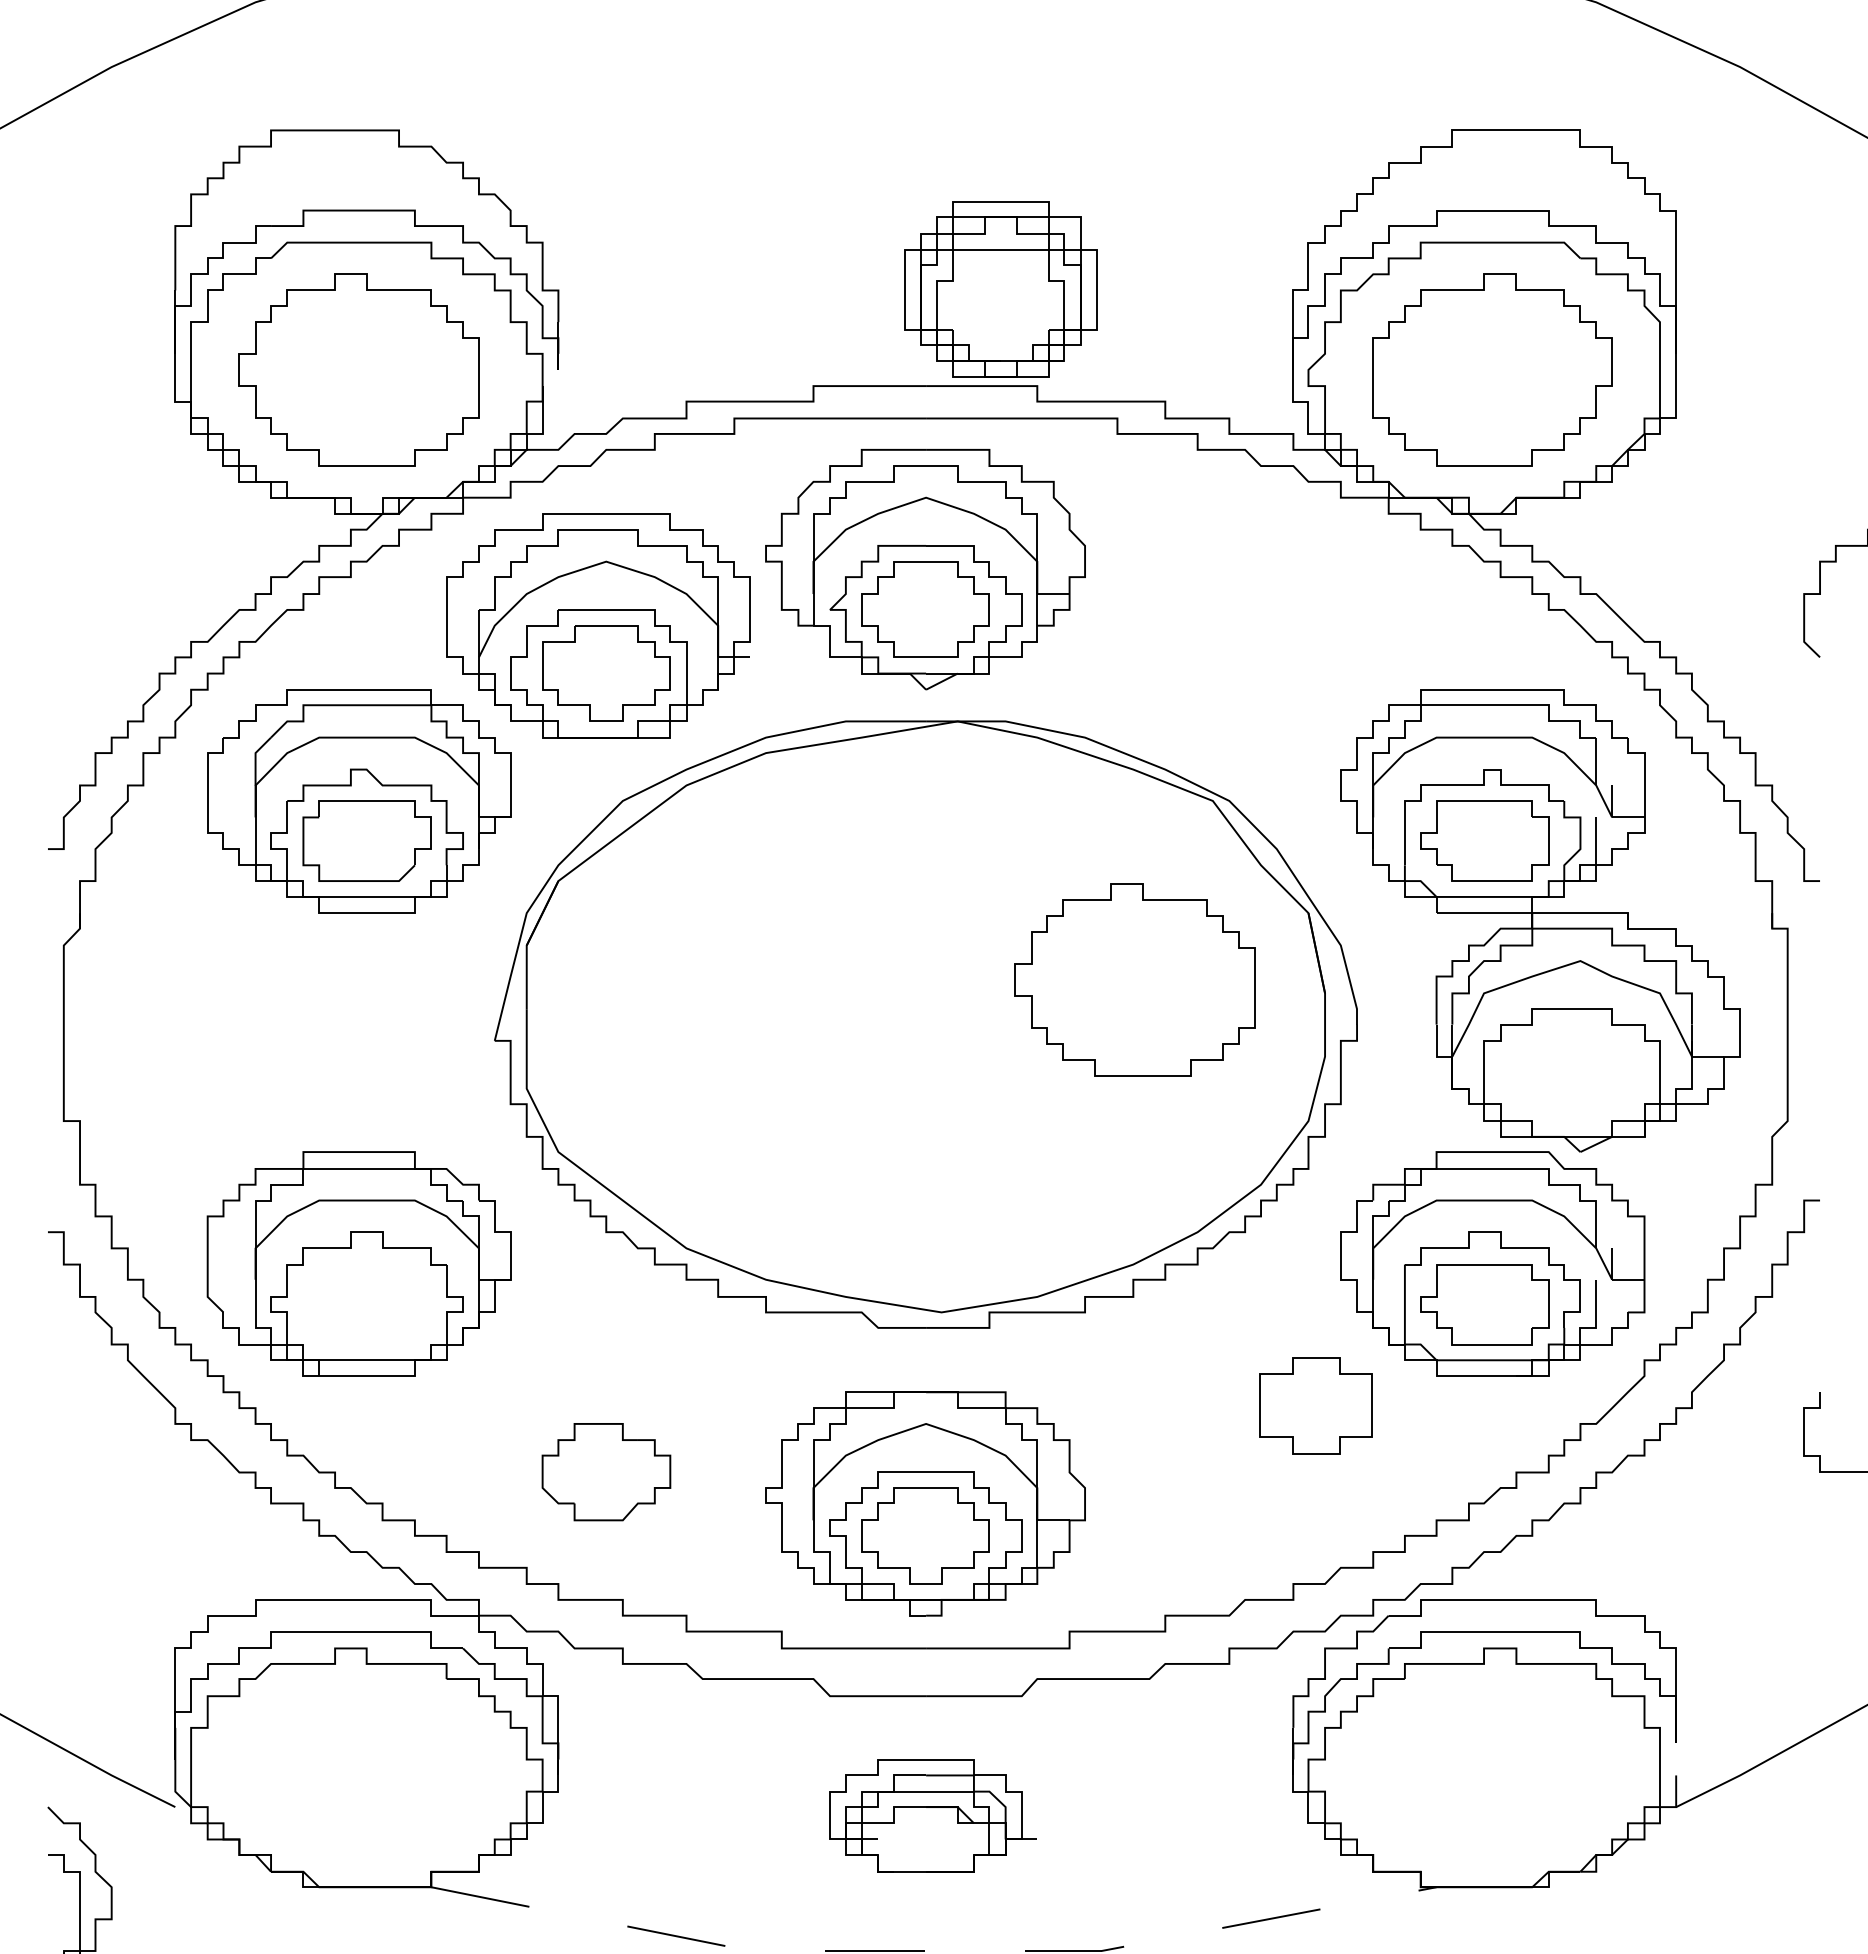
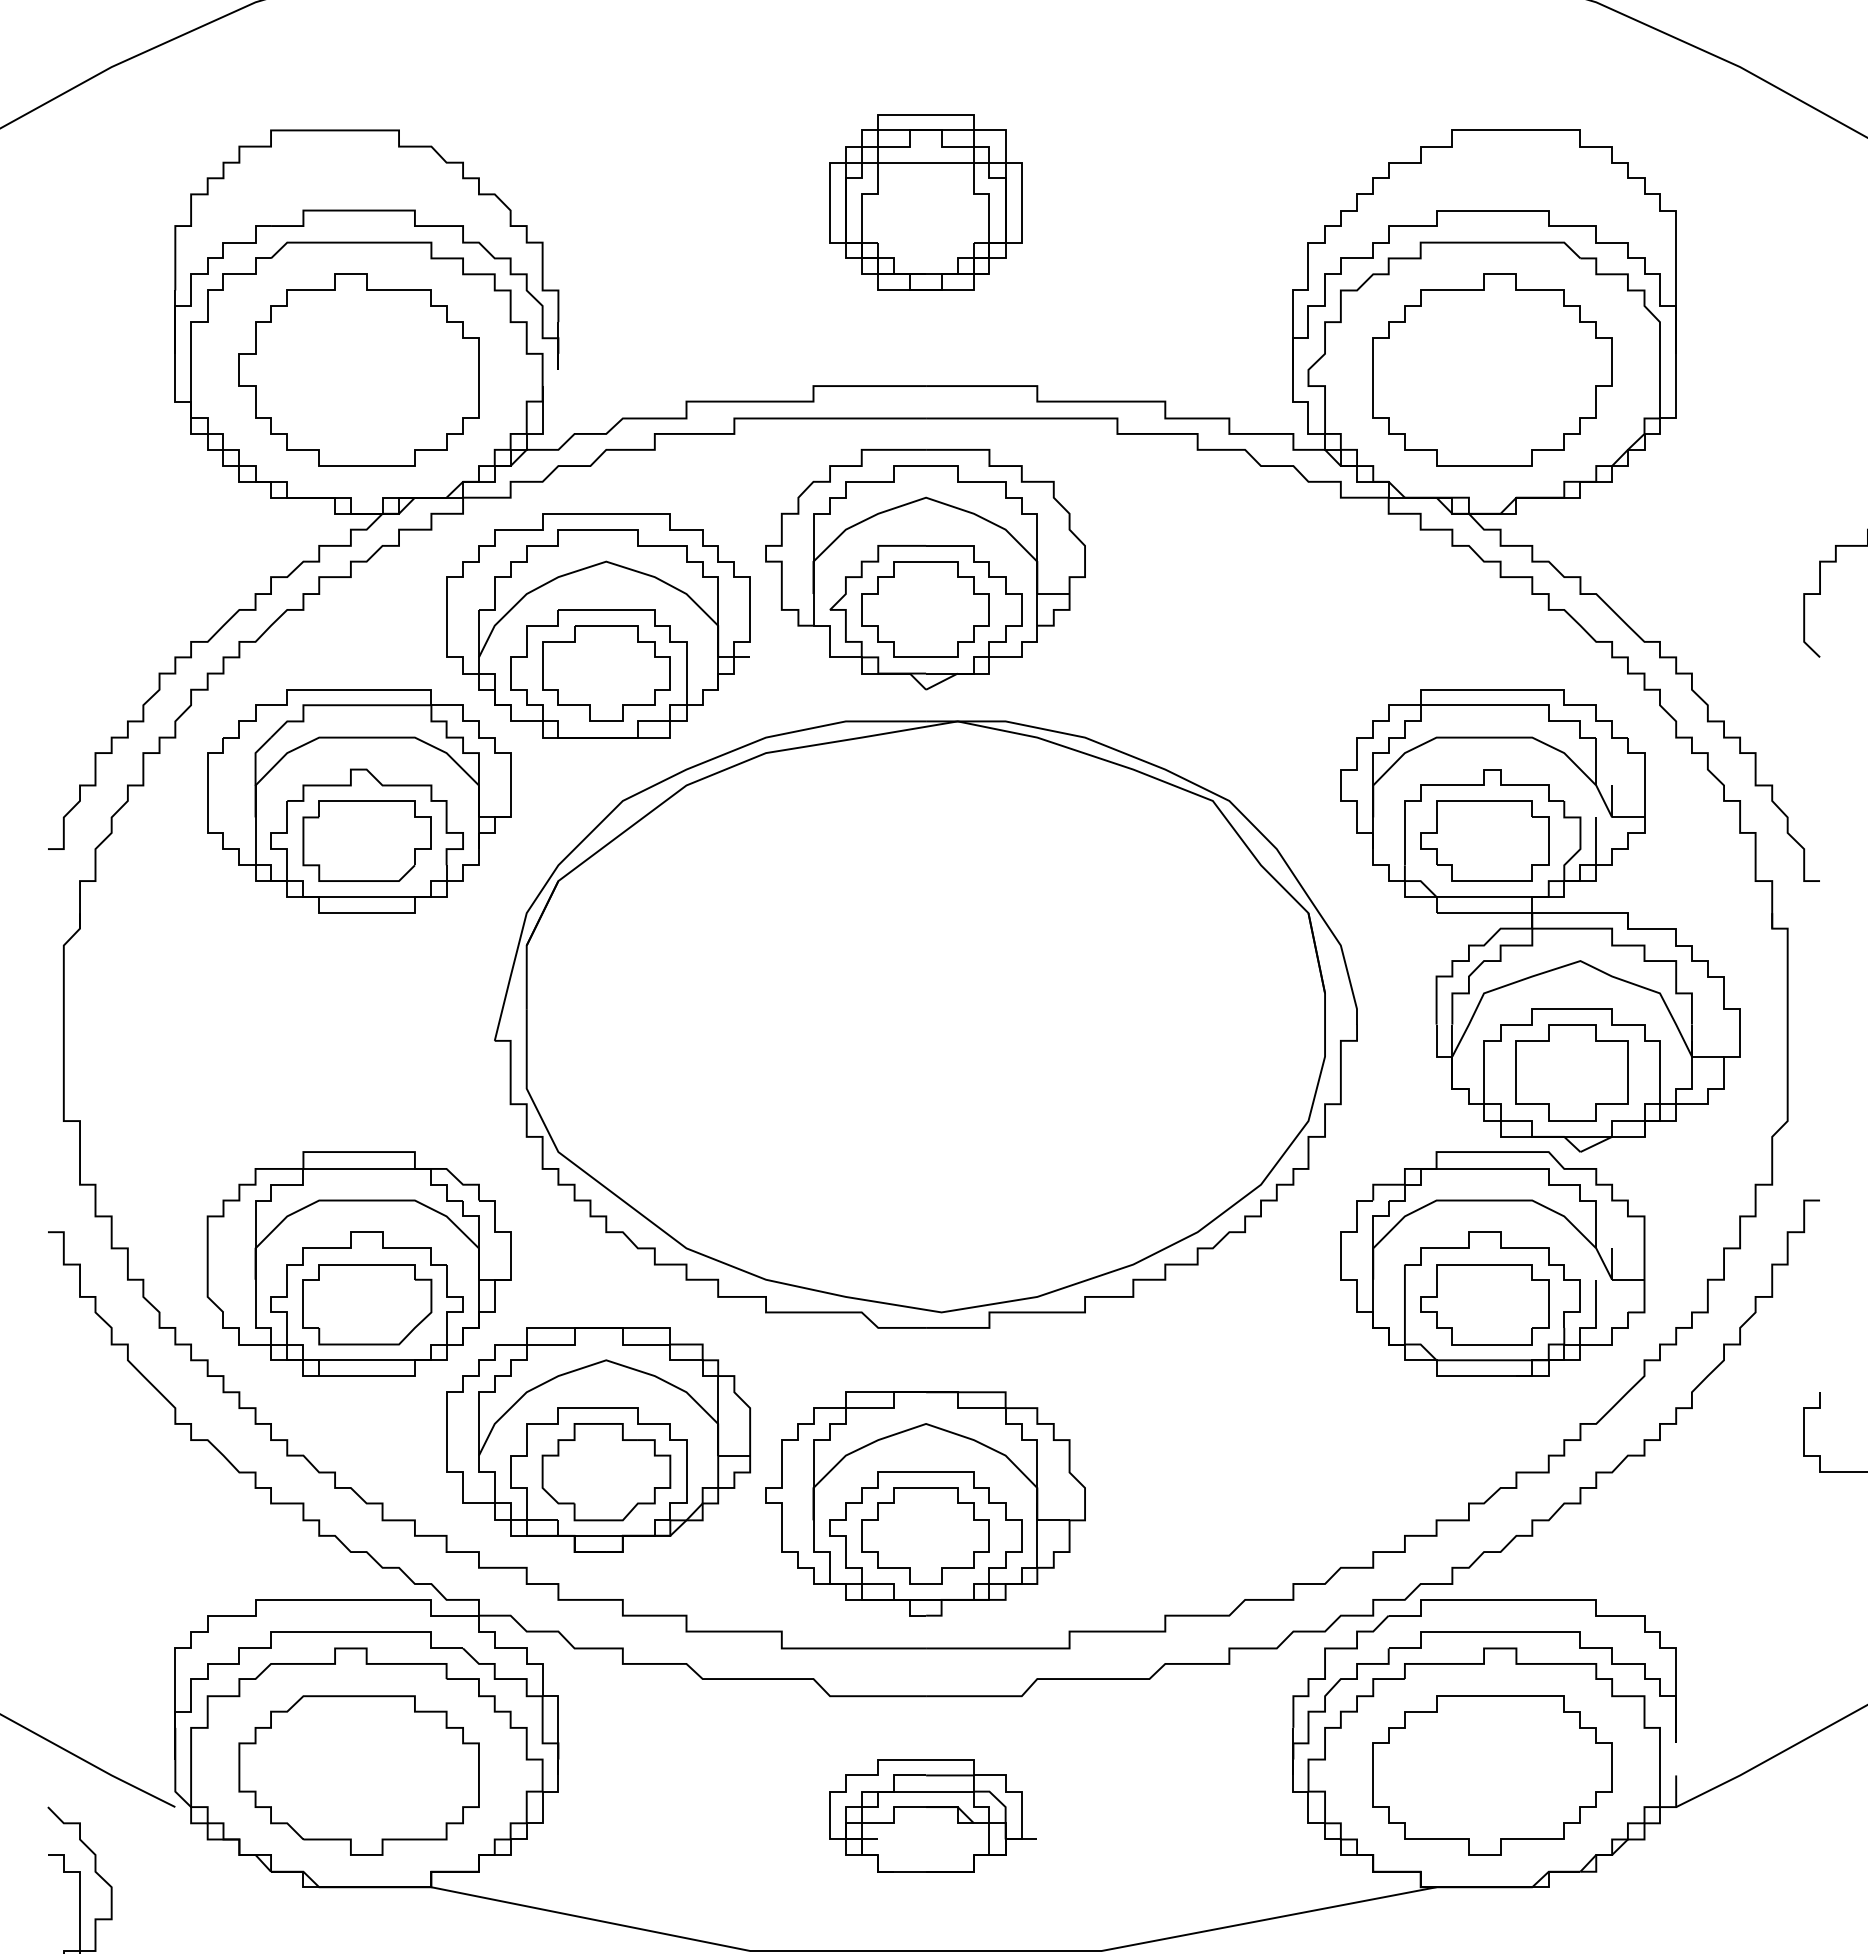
part at (1000, 289) position: (1000, 289) -> (925, 202)
part at (1134, 979): present -> none
part at (367, 1304): none -> present
part at (1315, 1405) position: (1315, 1405) -> (1571, 1072)
part at (598, 1439): none -> present
part at (358, 1775): none -> present
part at (1492, 1775): none -> present
line at (933, 1950): dashed -> solid
